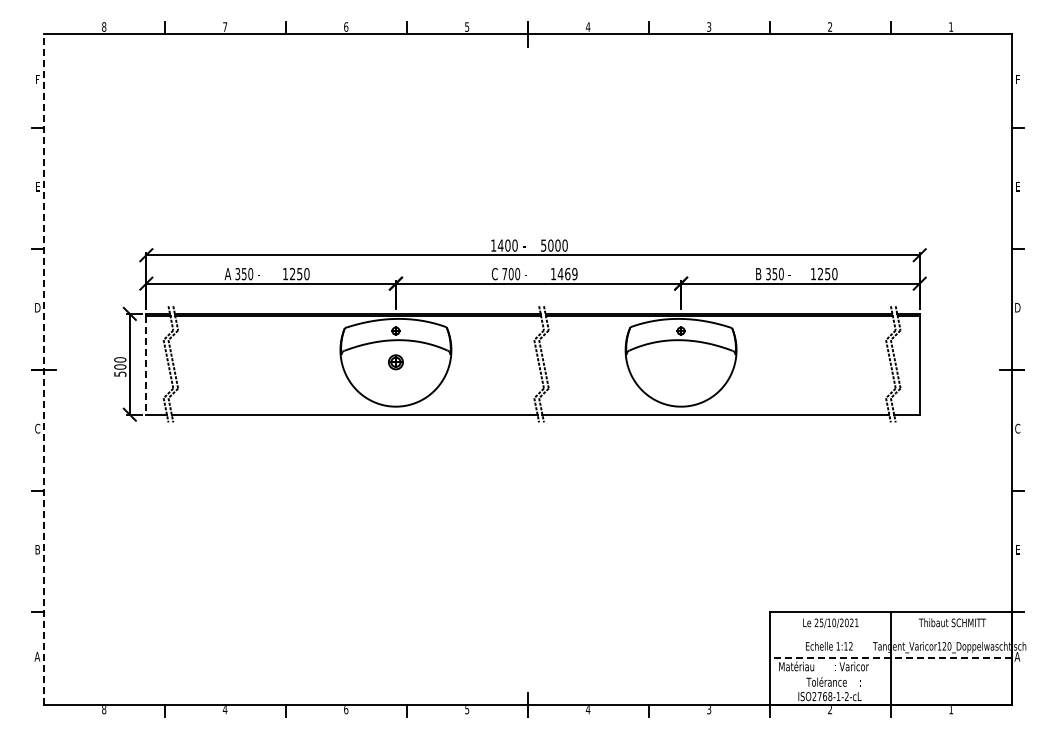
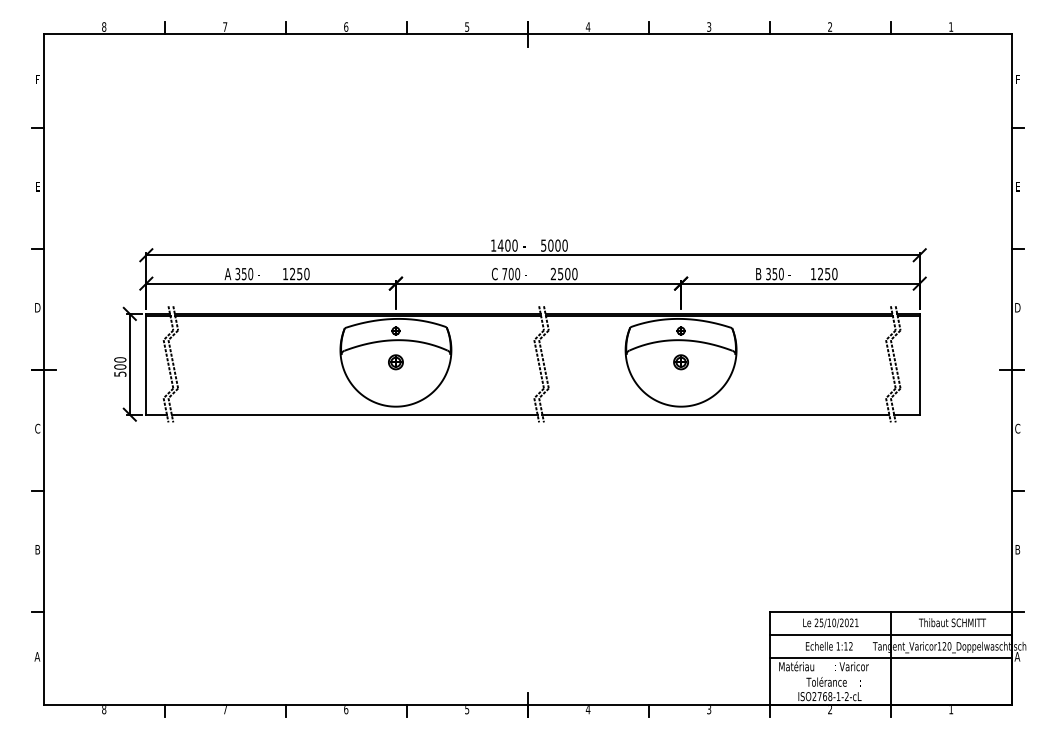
text at (563, 273): 1469 -> 2500
part at (680, 362): none -> present
line at (146, 366): dashed -> solid
line at (43, 369): dashed -> solid
text at (1017, 549): E -> B
line at (890, 634): none -> present
line at (890, 658): dashed -> solid
text at (224, 710): 4 -> 7
